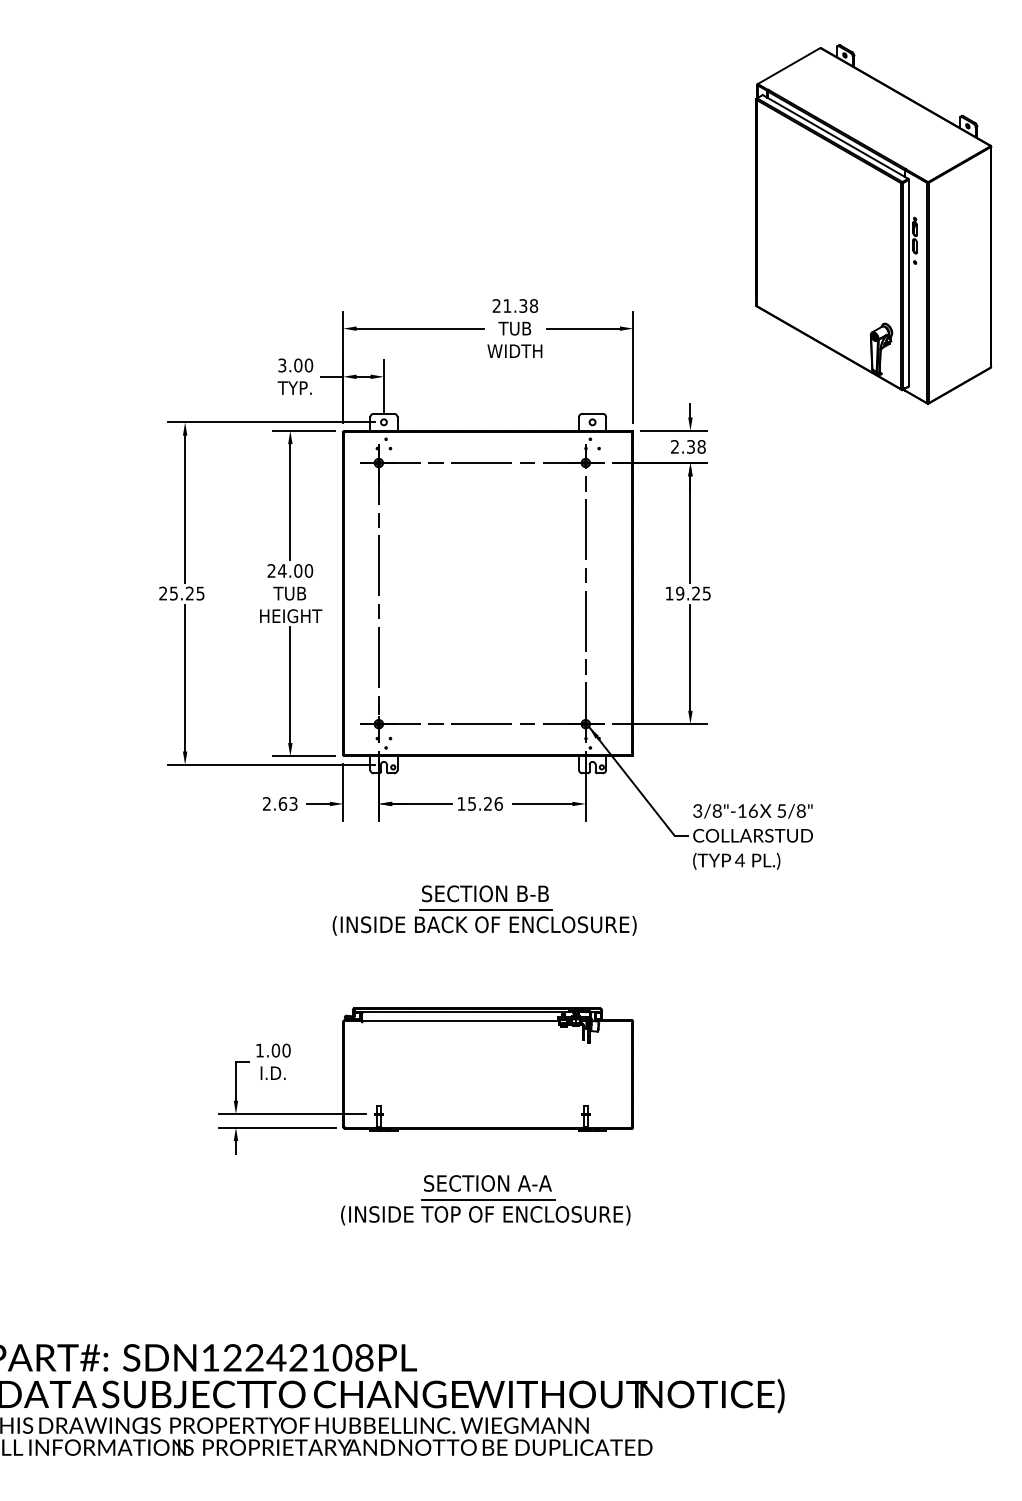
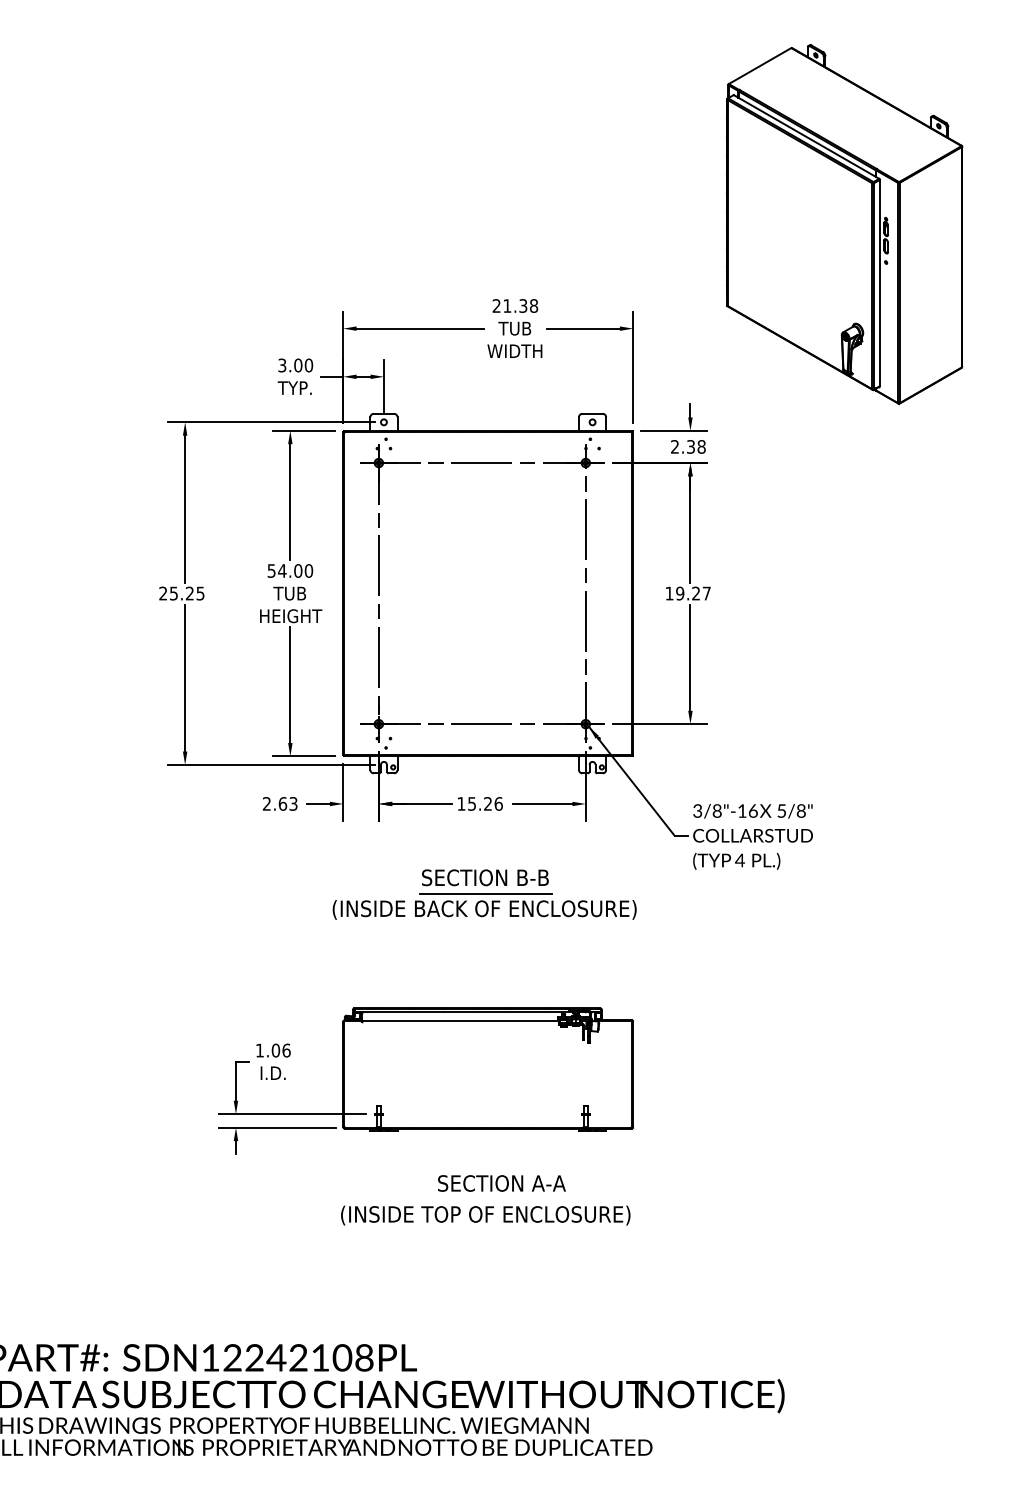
part at (873, 224) position: (873, 224) -> (844, 224)
text at (271, 570): 24.00 -> 54.00
text at (706, 593): 19.25 -> 19.27
part at (484, 910) position: (484, 910) -> (484, 894)
text at (286, 1050): 1.00 -> 1.06
text at (487, 1183) position: (487, 1183) -> (501, 1183)
line at (487, 1199): present -> none
